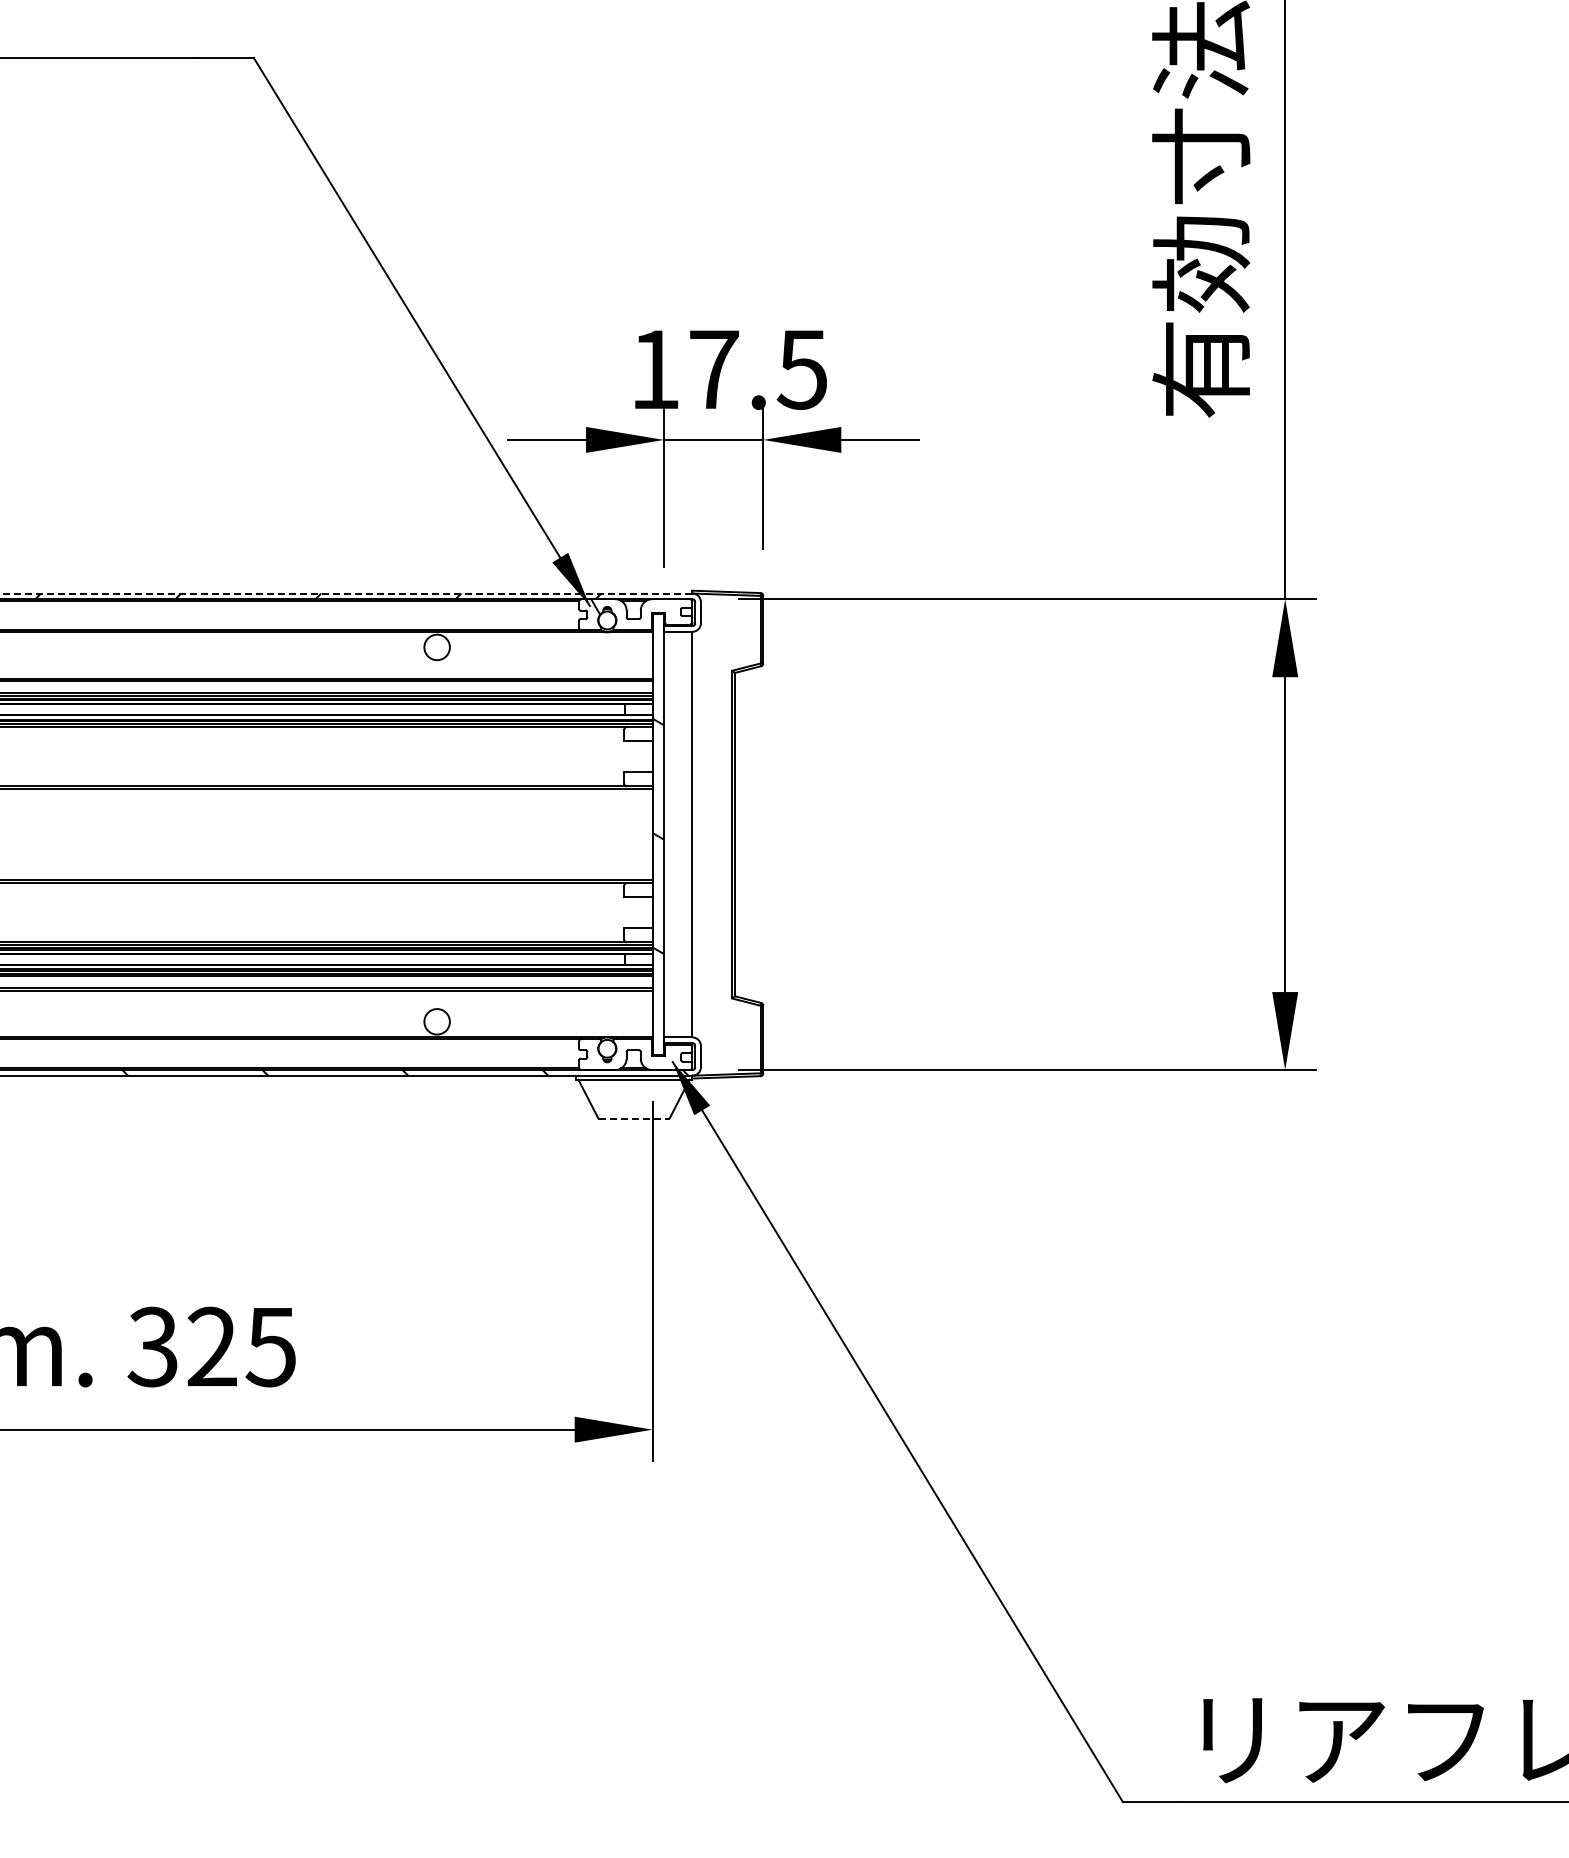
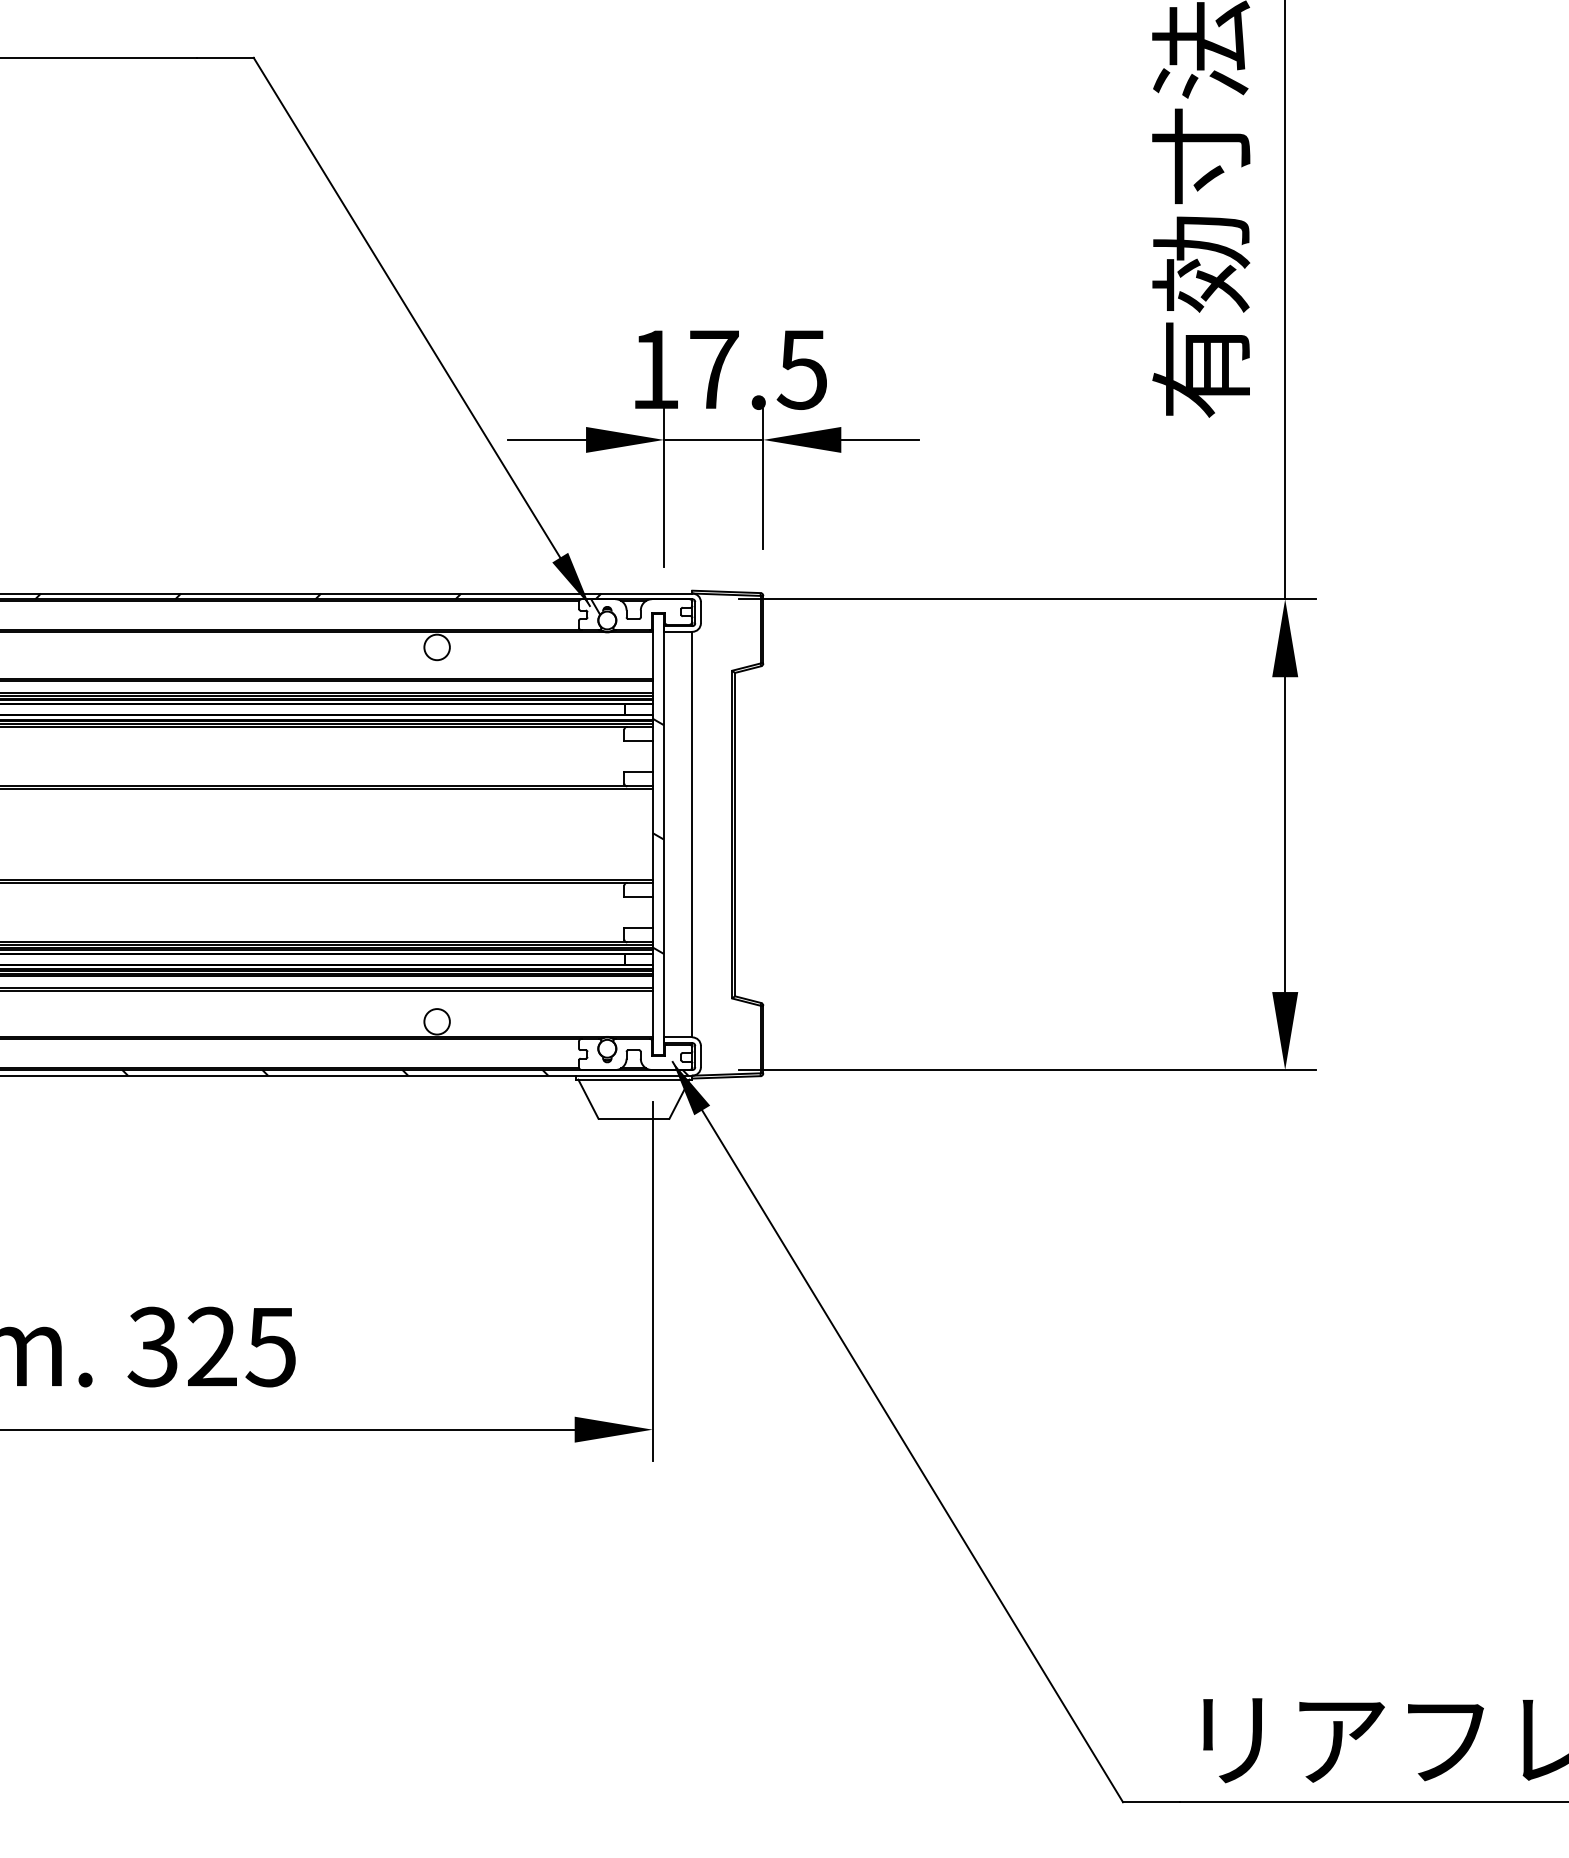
line at (346, 593): dashed -> solid
line at (634, 1118): dashed -> solid
